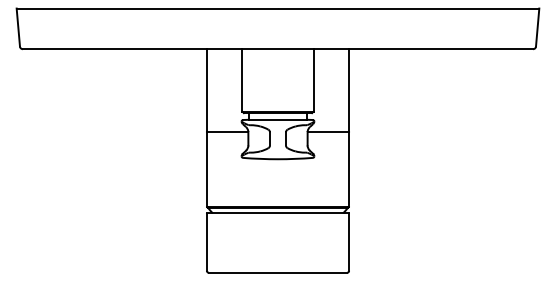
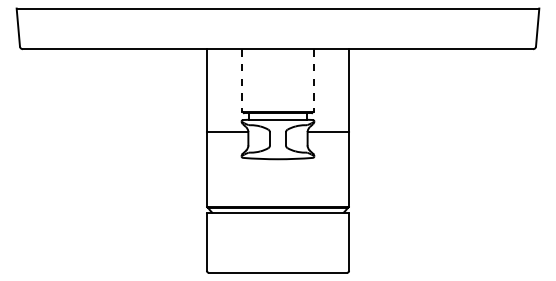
line at (242, 80): solid -> dashed
line at (313, 80): solid -> dashed
